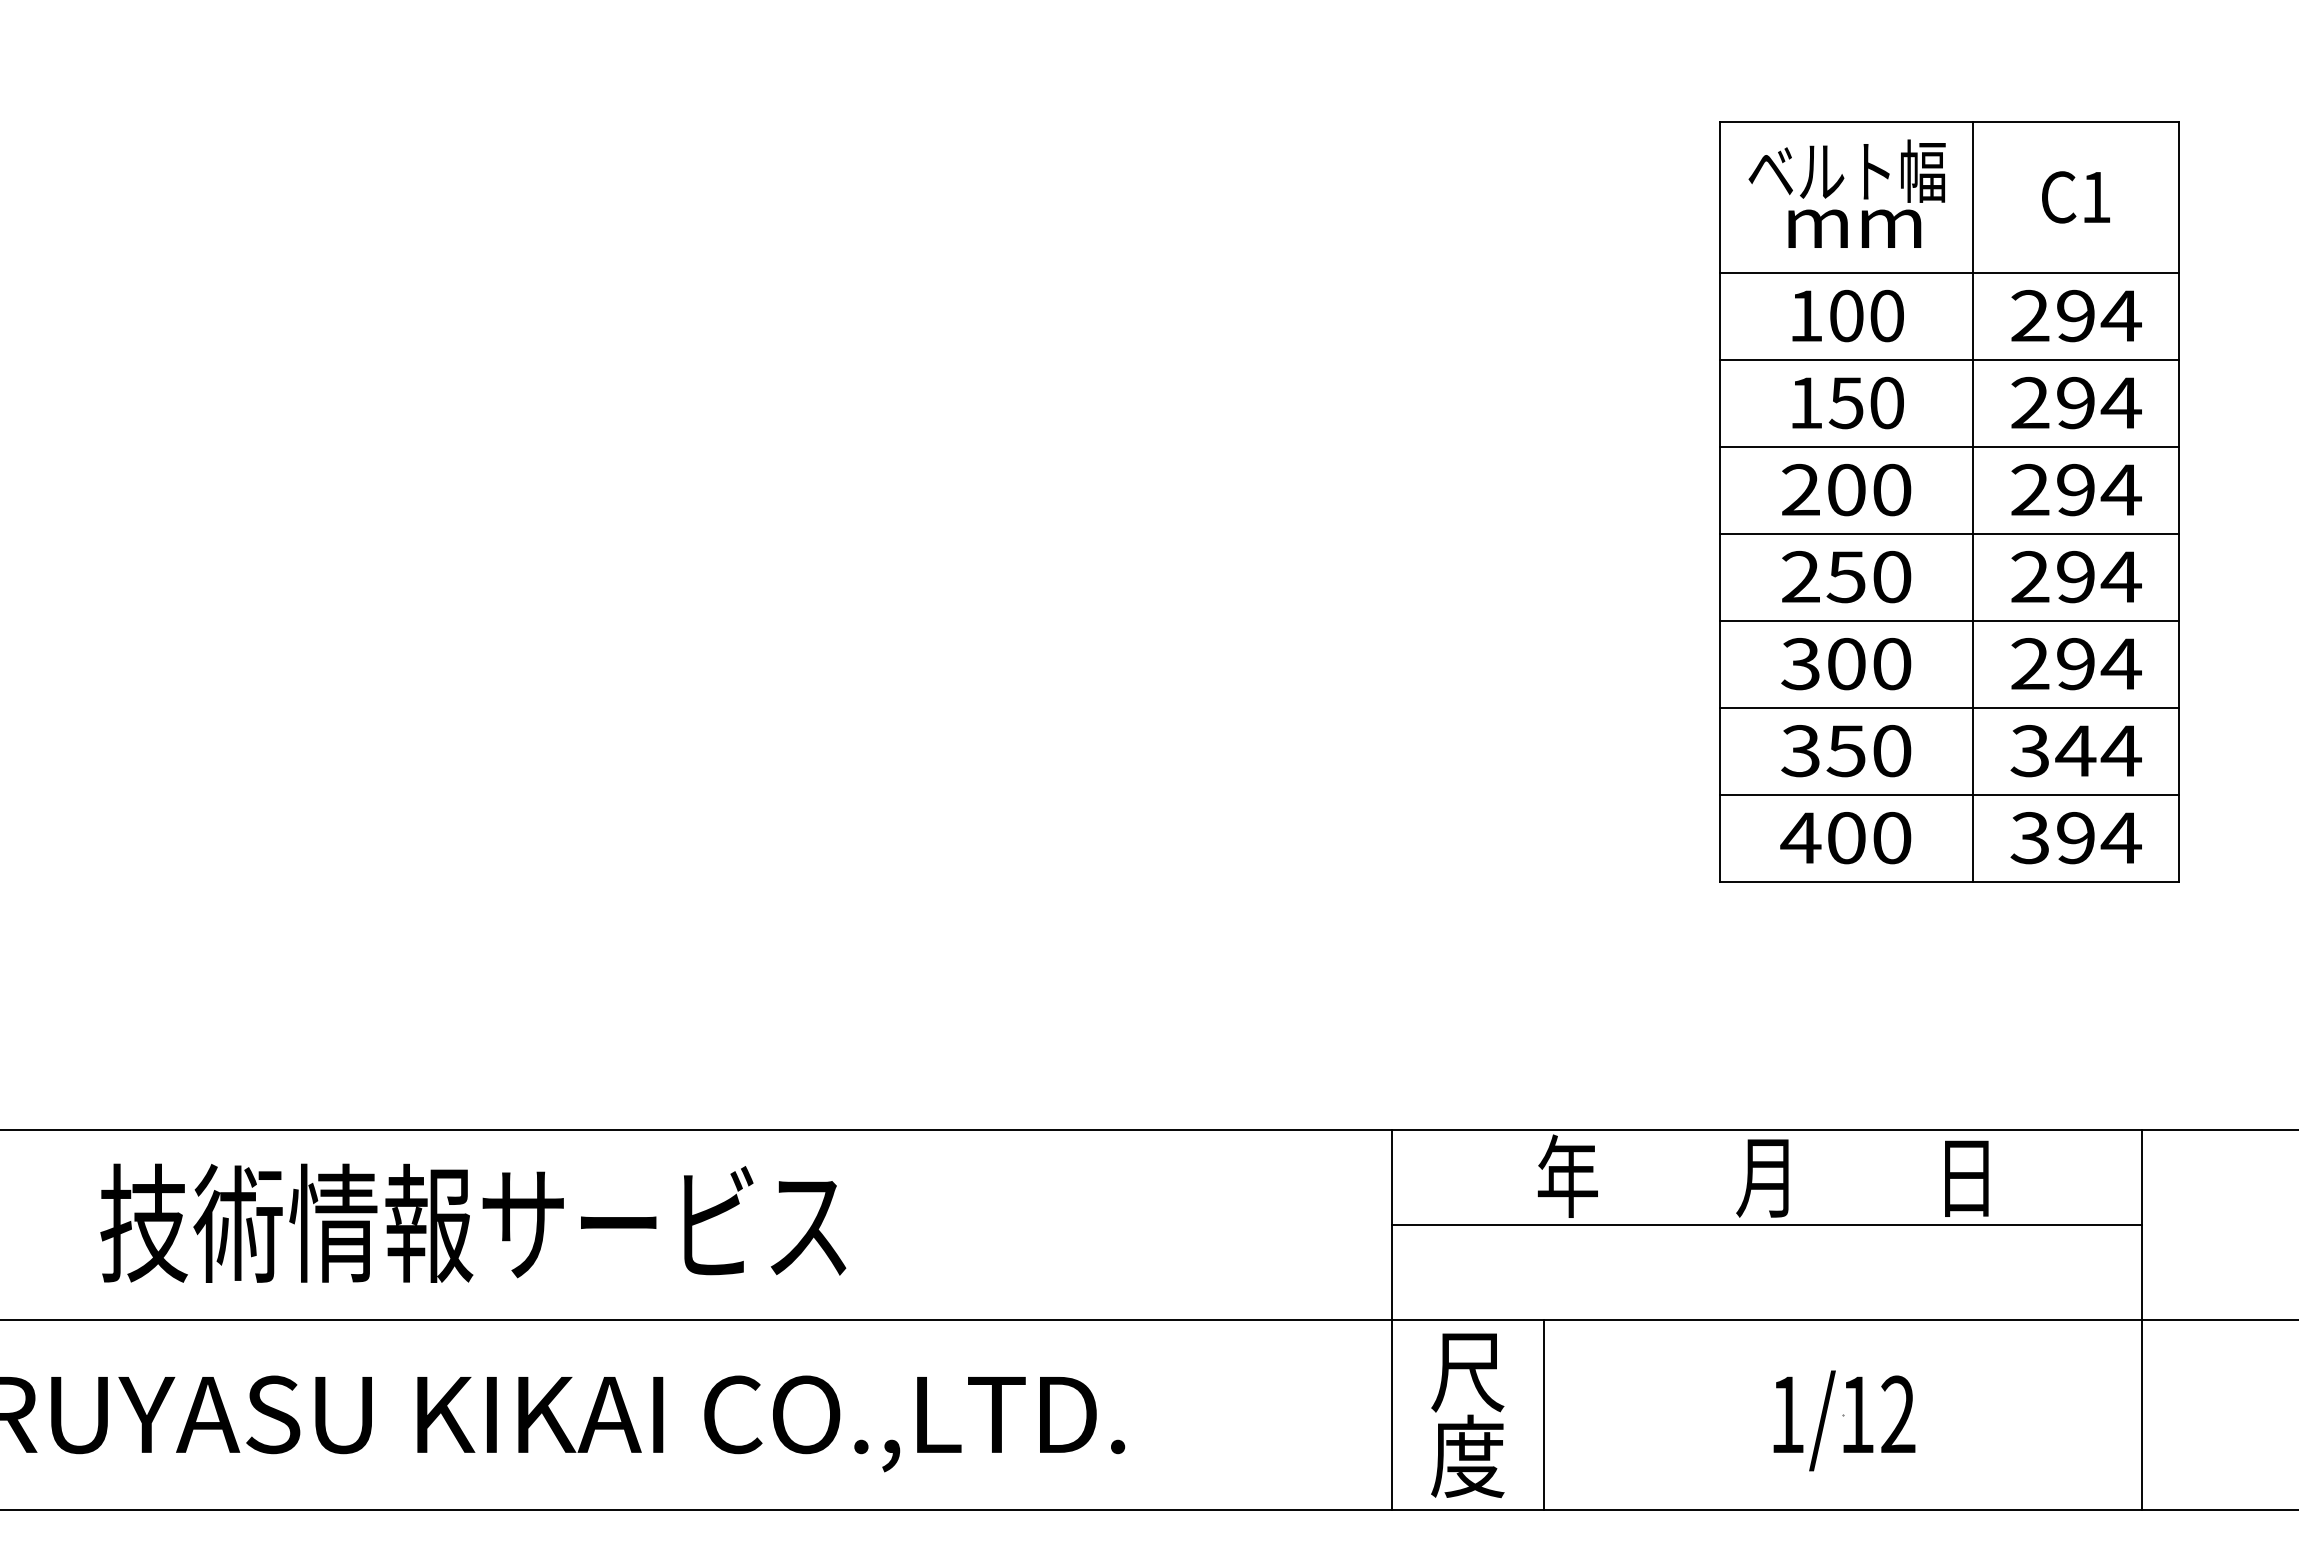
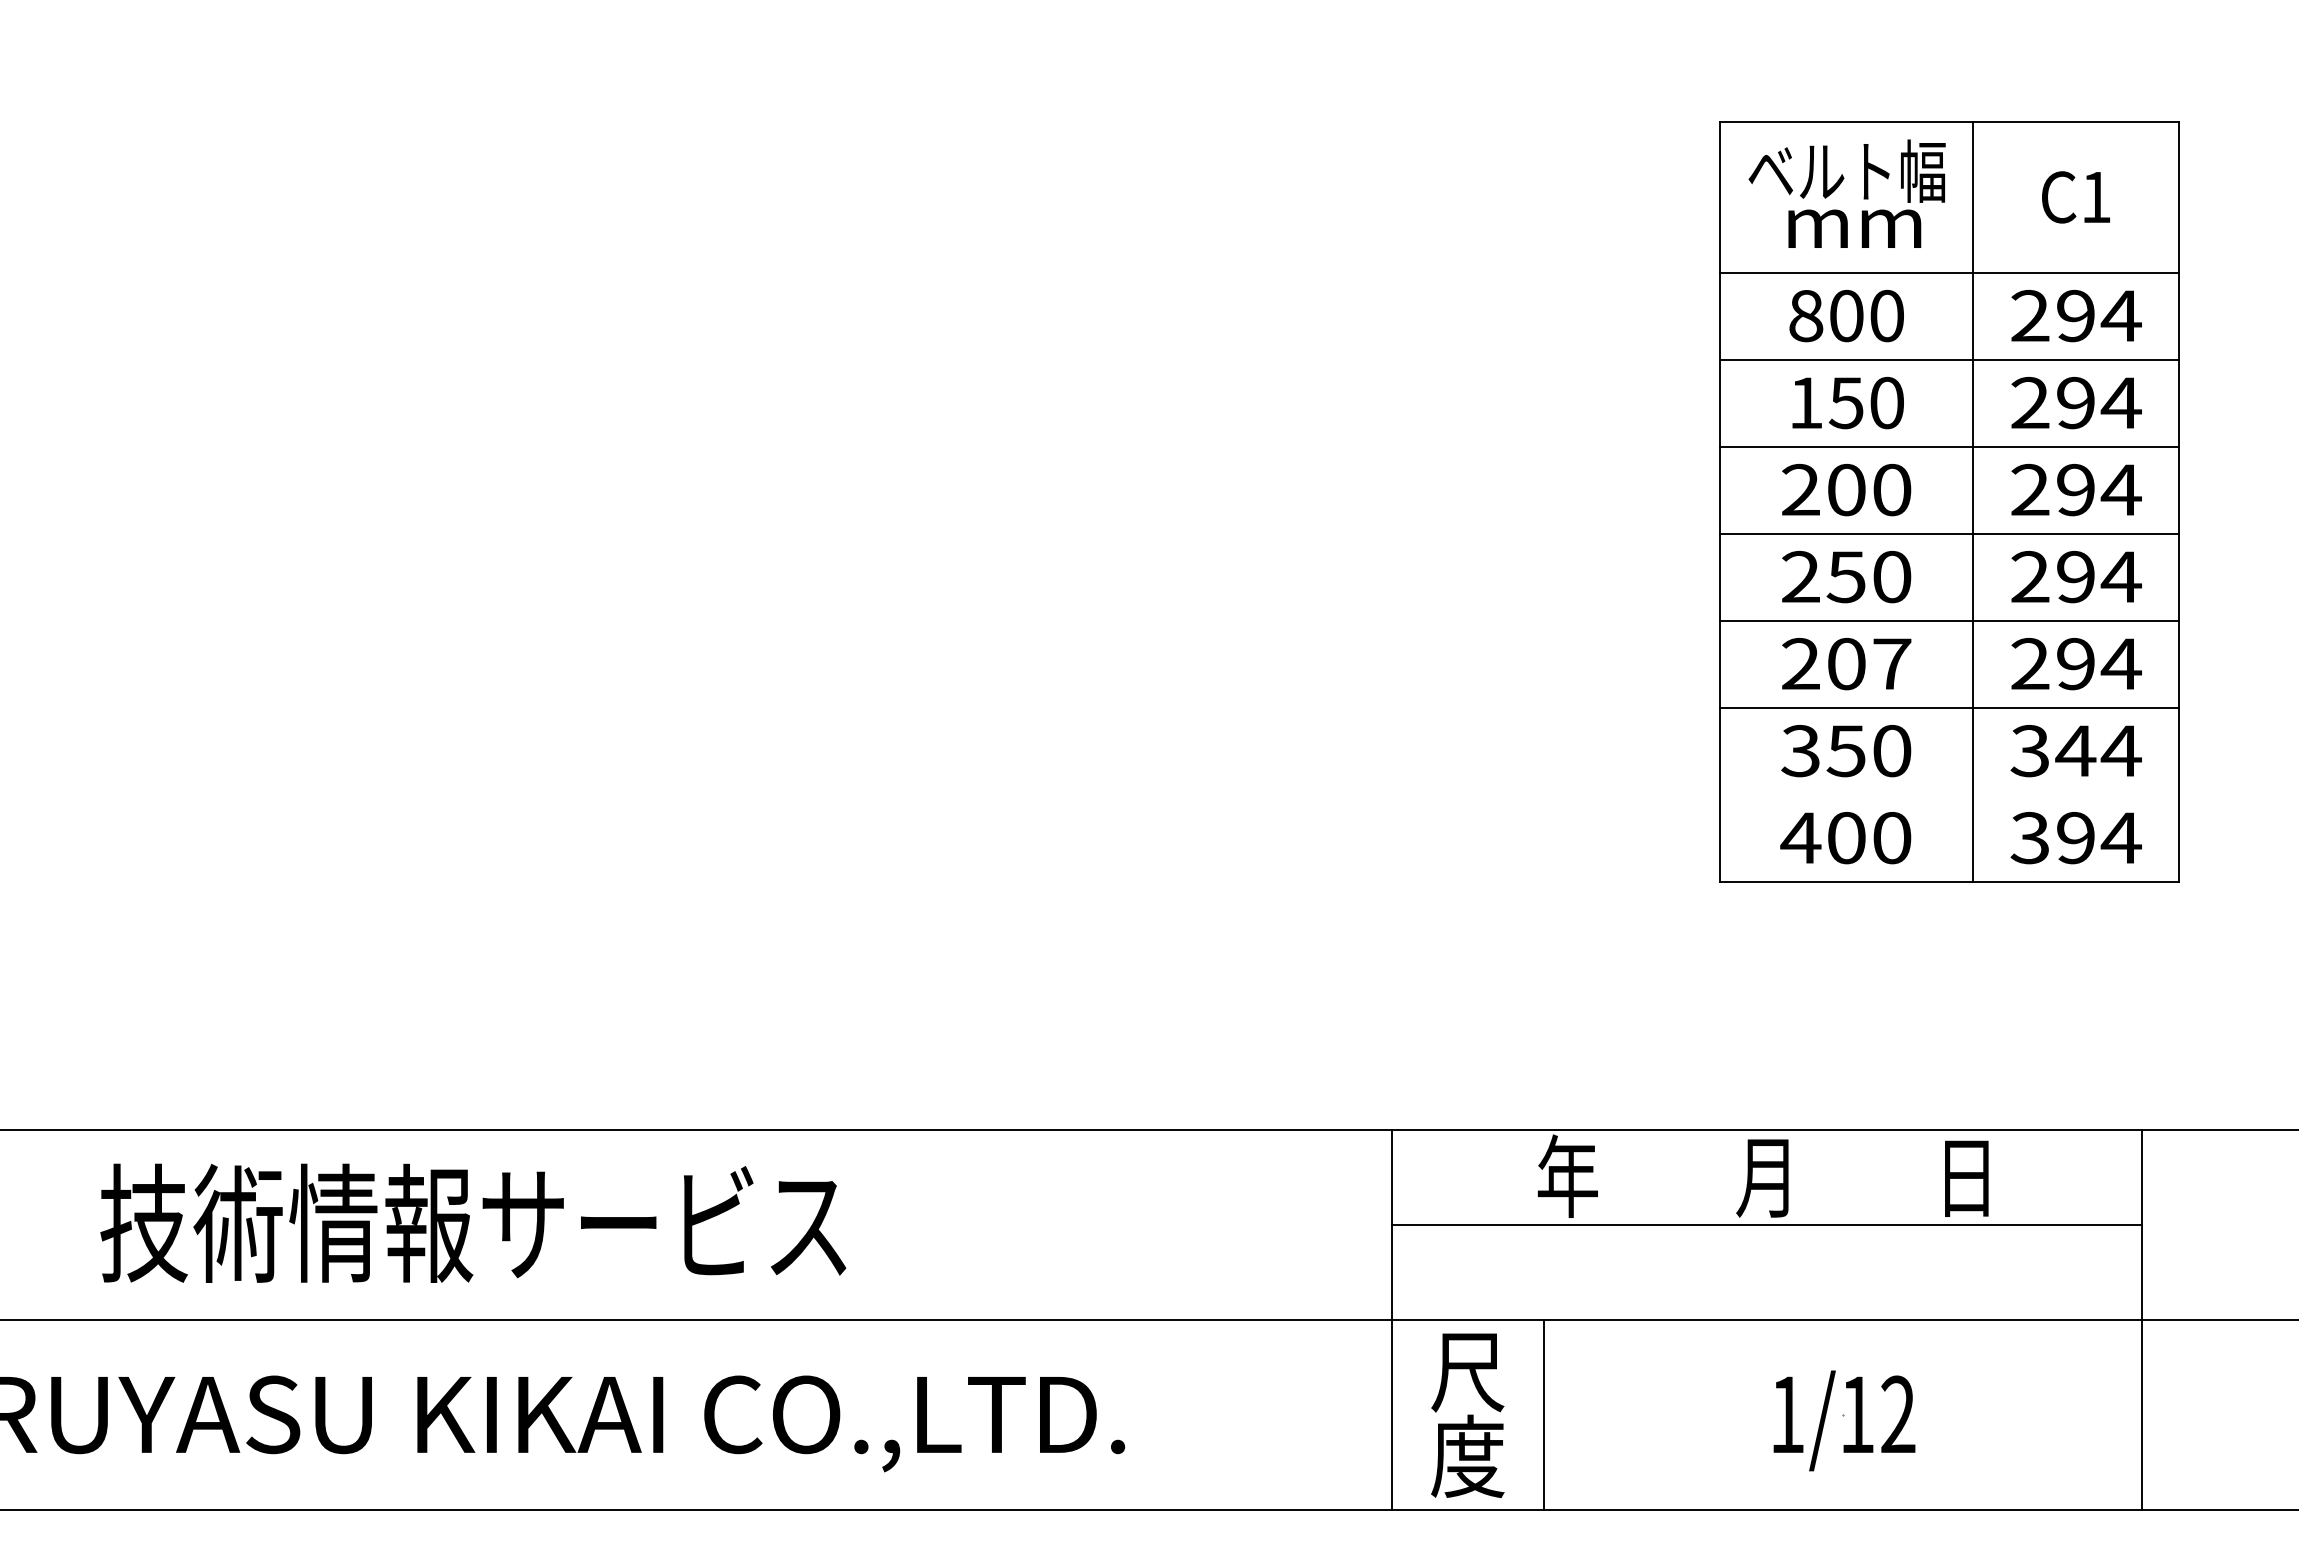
text at (1806, 316): 100 -> 800
text at (1846, 663): 300 -> 207
line at (1949, 794): present -> none
